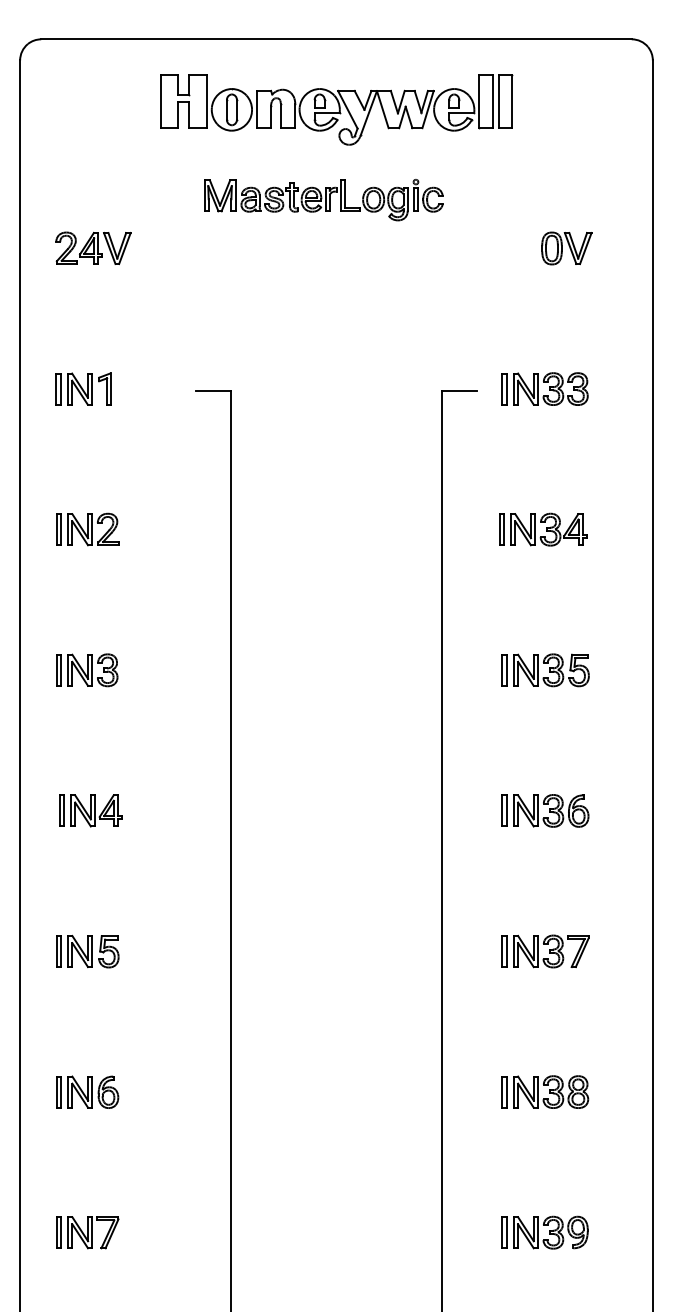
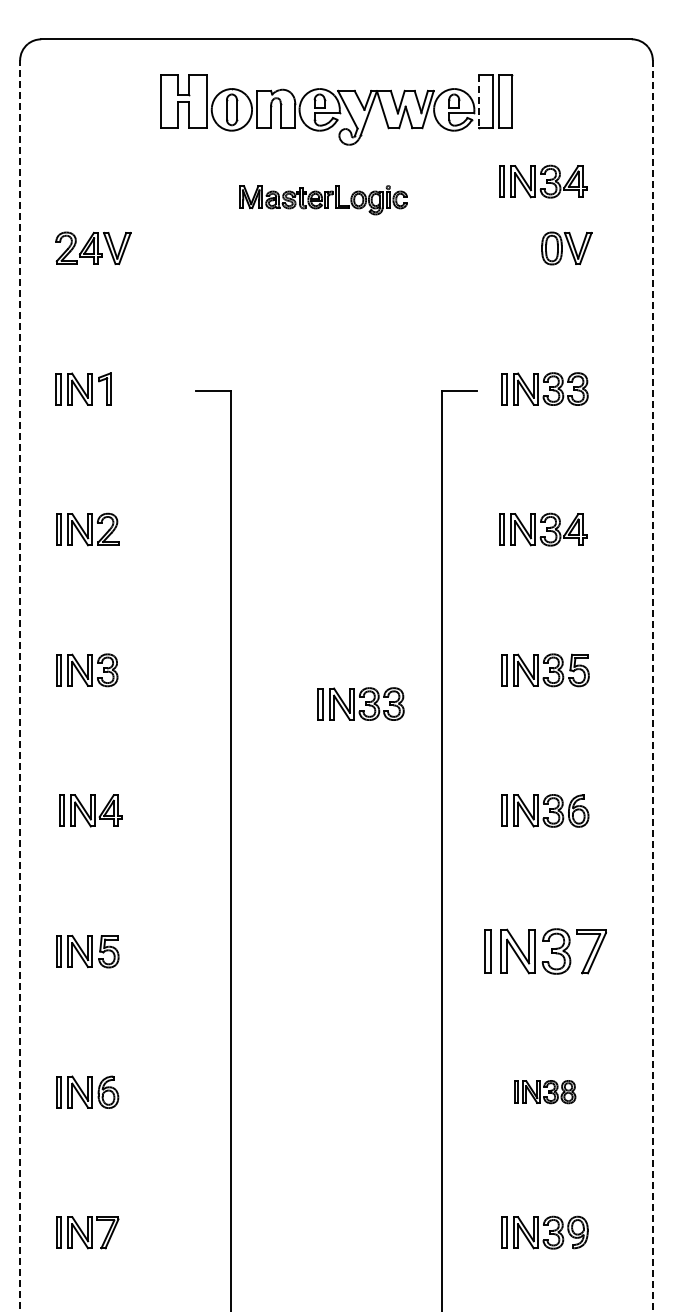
line at (479, 101): solid -> dashed
part at (543, 181): none -> present
part at (323, 200) size: 240x43 px -> 169x31 px
line at (20, 685): solid -> dashed
line at (652, 686): solid -> dashed
part at (360, 703): none -> present
part at (545, 951) size: 89x35 px -> 123x47 px
part at (545, 1091) size: 89x34 px -> 63x25 px
